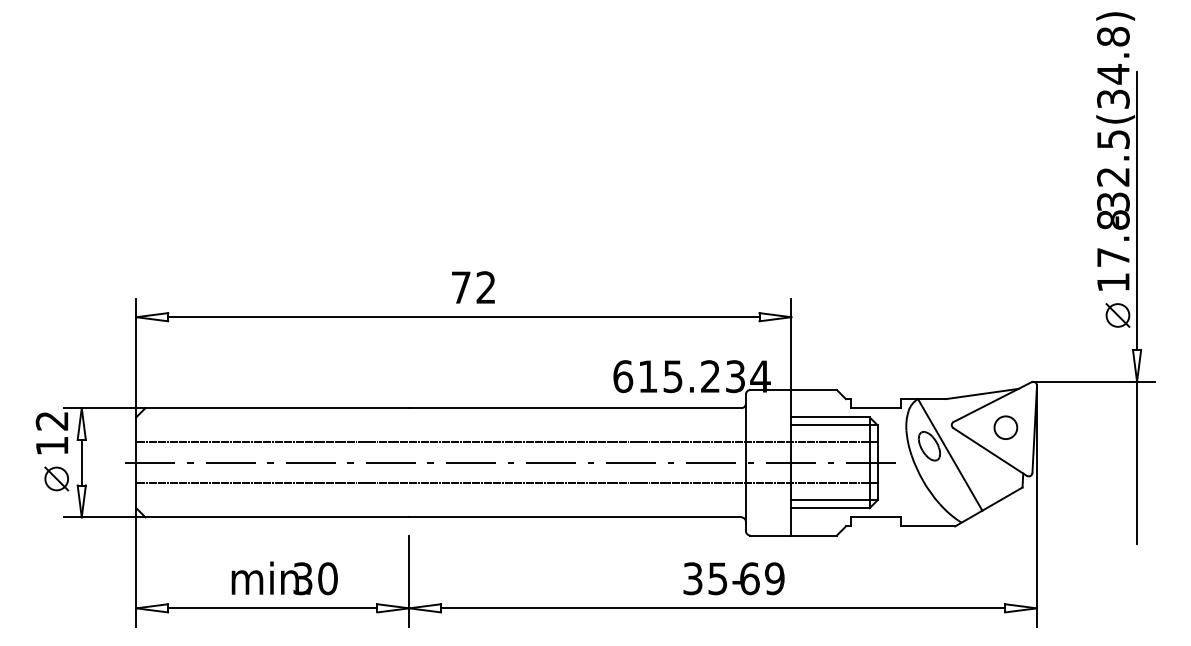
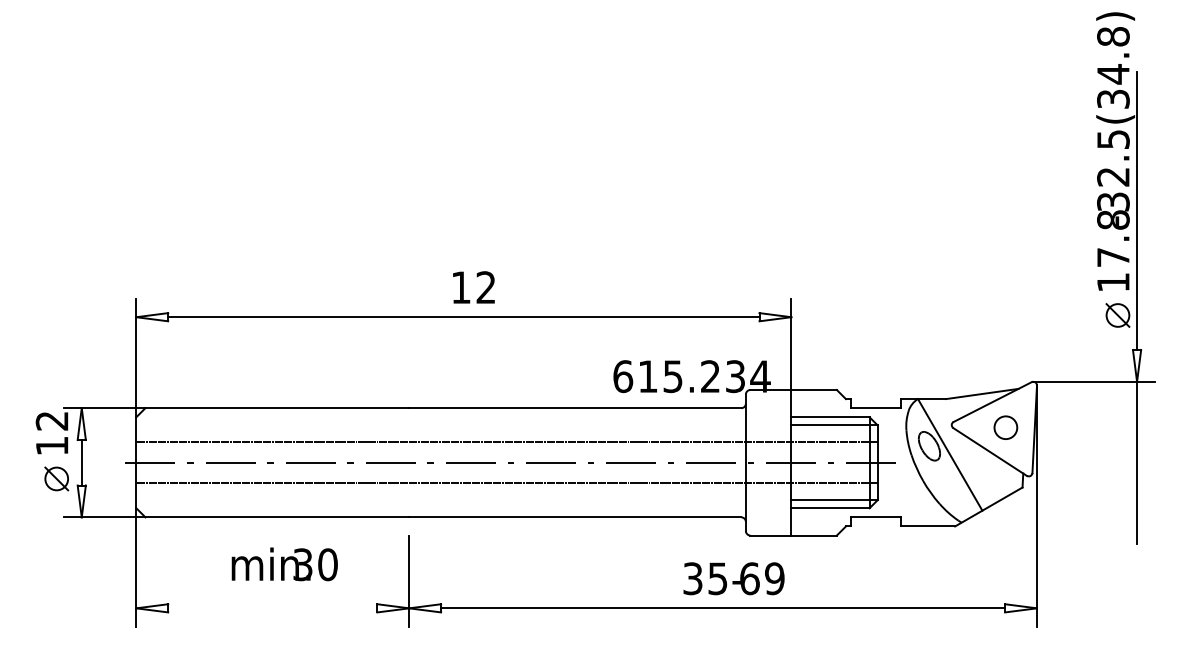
text at (461, 287): 72 -> 12
text at (284, 578) position: (284, 578) -> (284, 564)
line at (272, 608): present -> none
